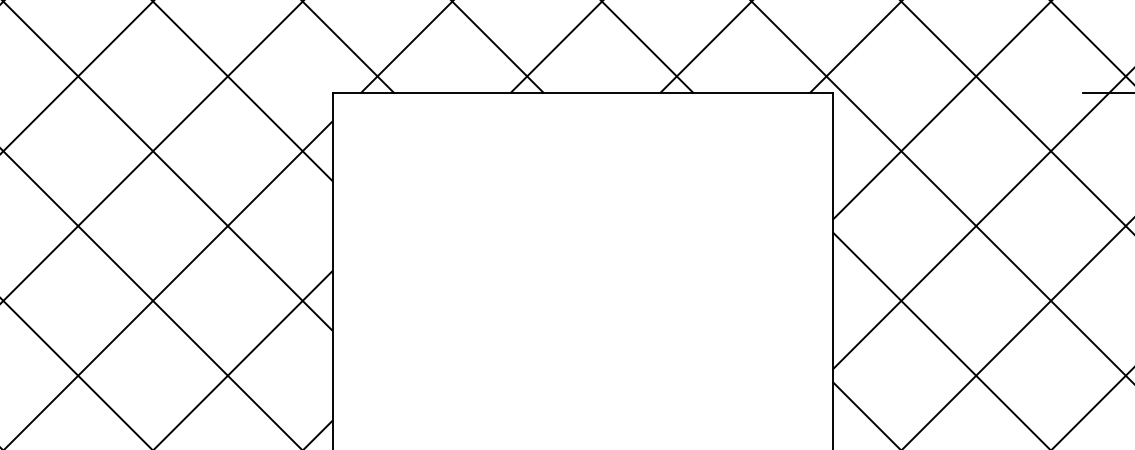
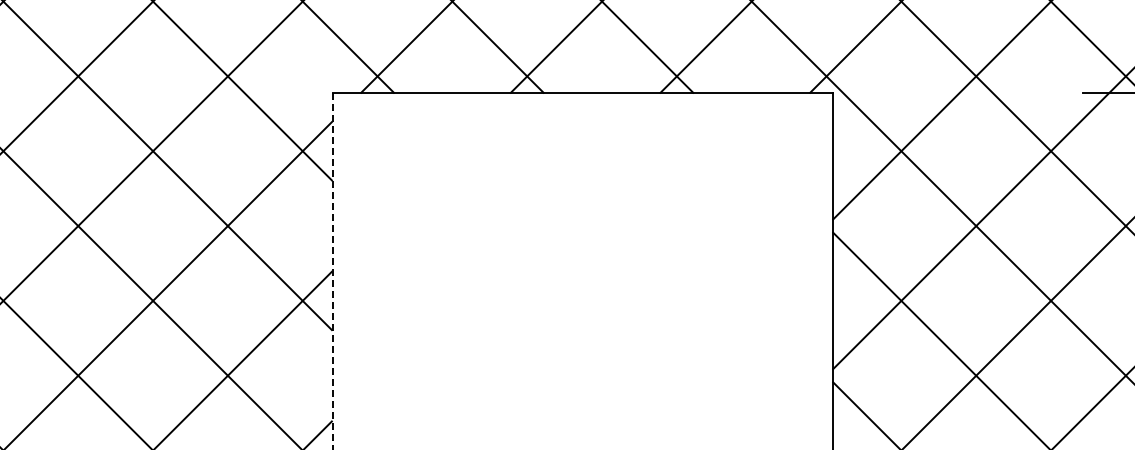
line at (332, 271): solid -> dashed
